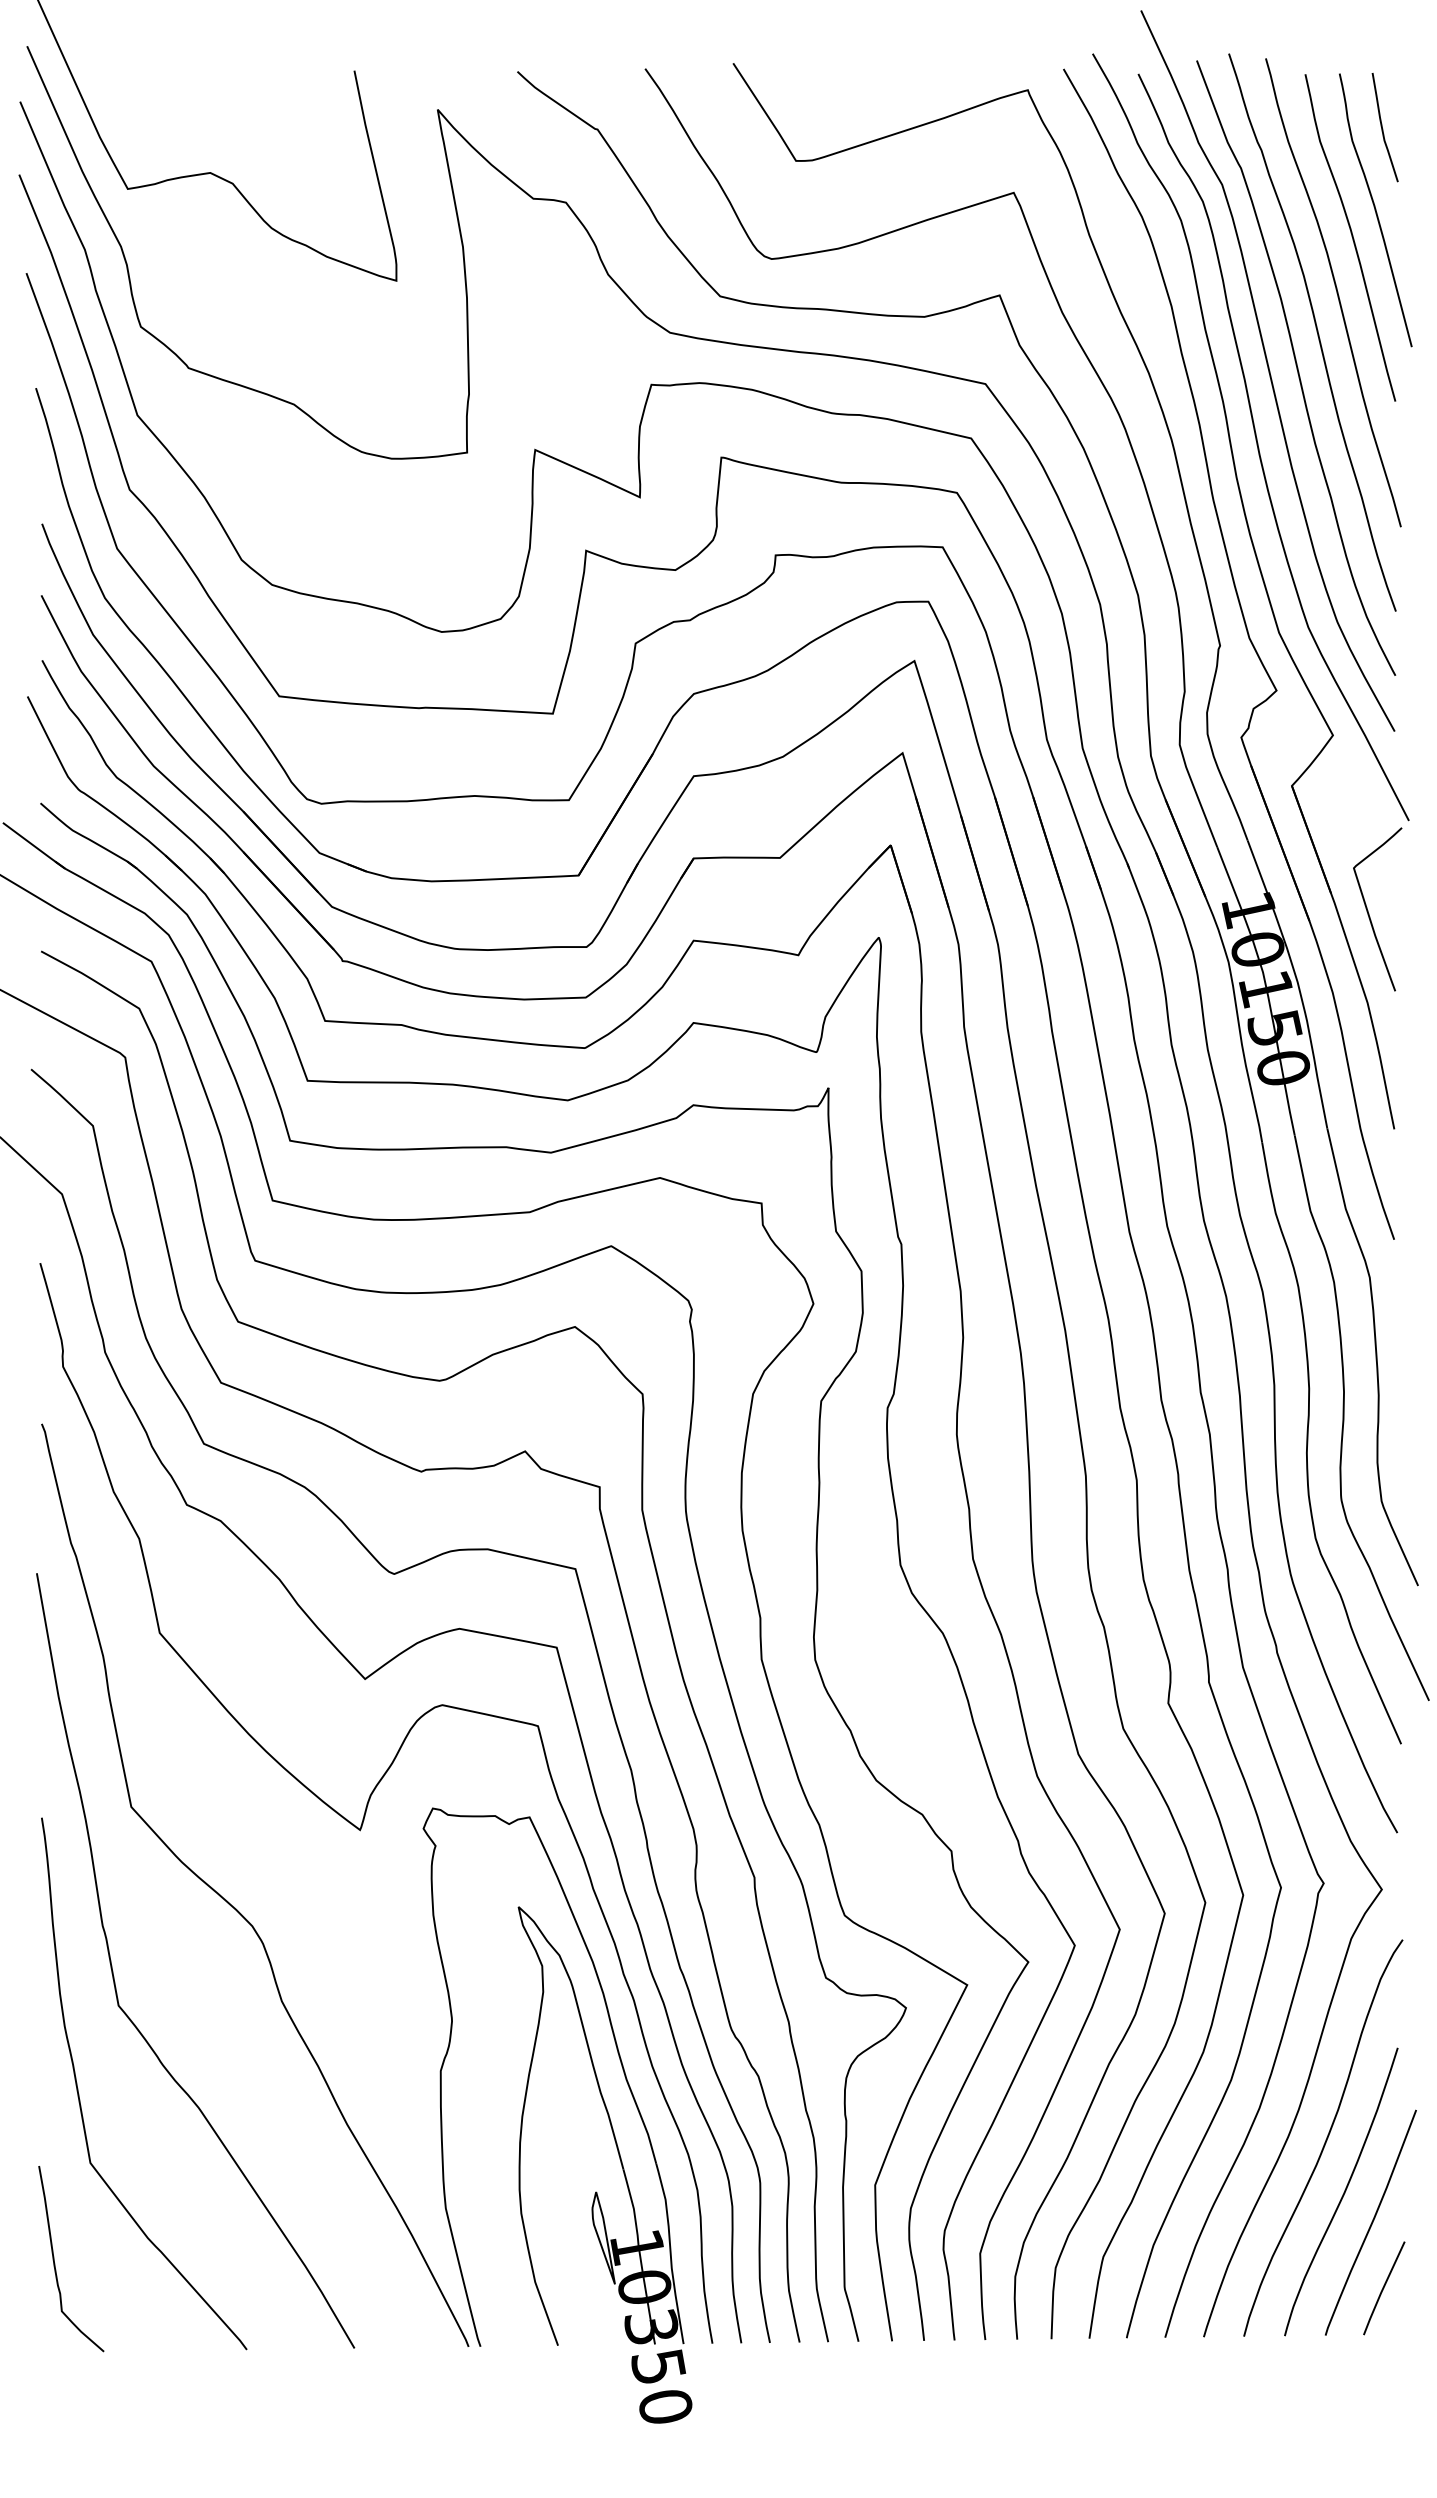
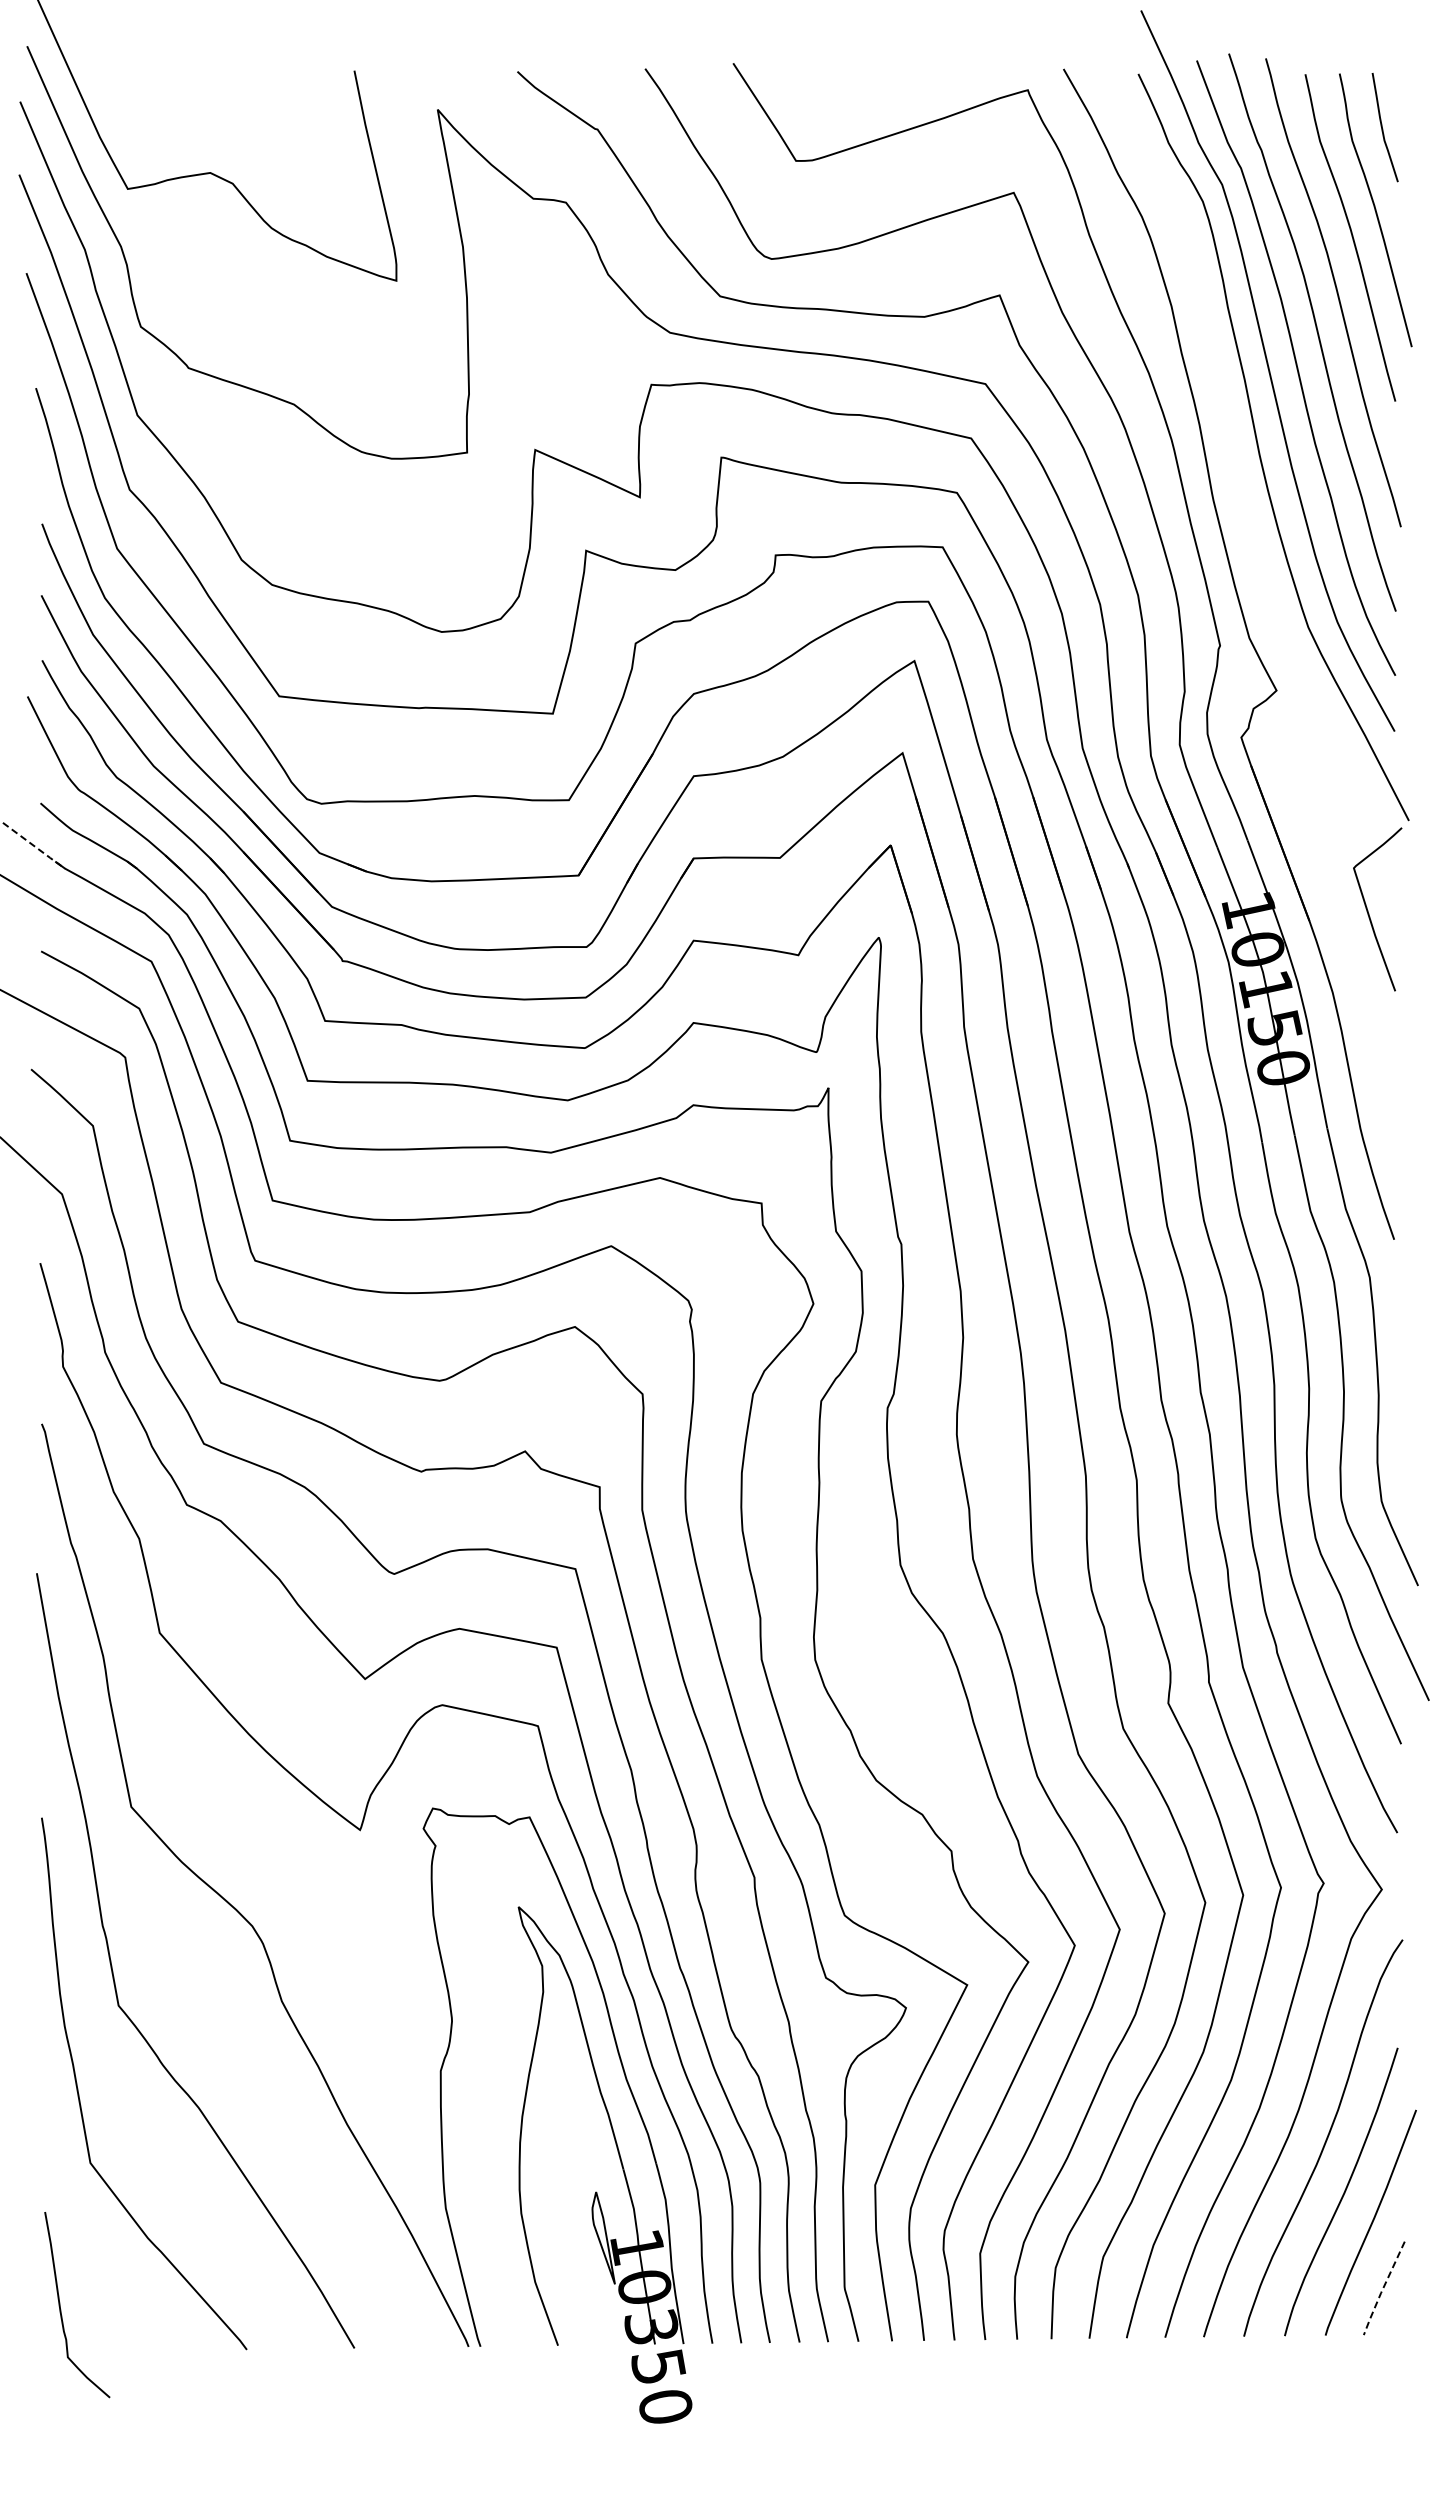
part at (1263, 584): present -> none
line at (35, 847): solid -> dashed
curve at (55, 2263) position: (55, 2263) -> (61, 2309)
line at (1382, 2289): solid -> dashed
